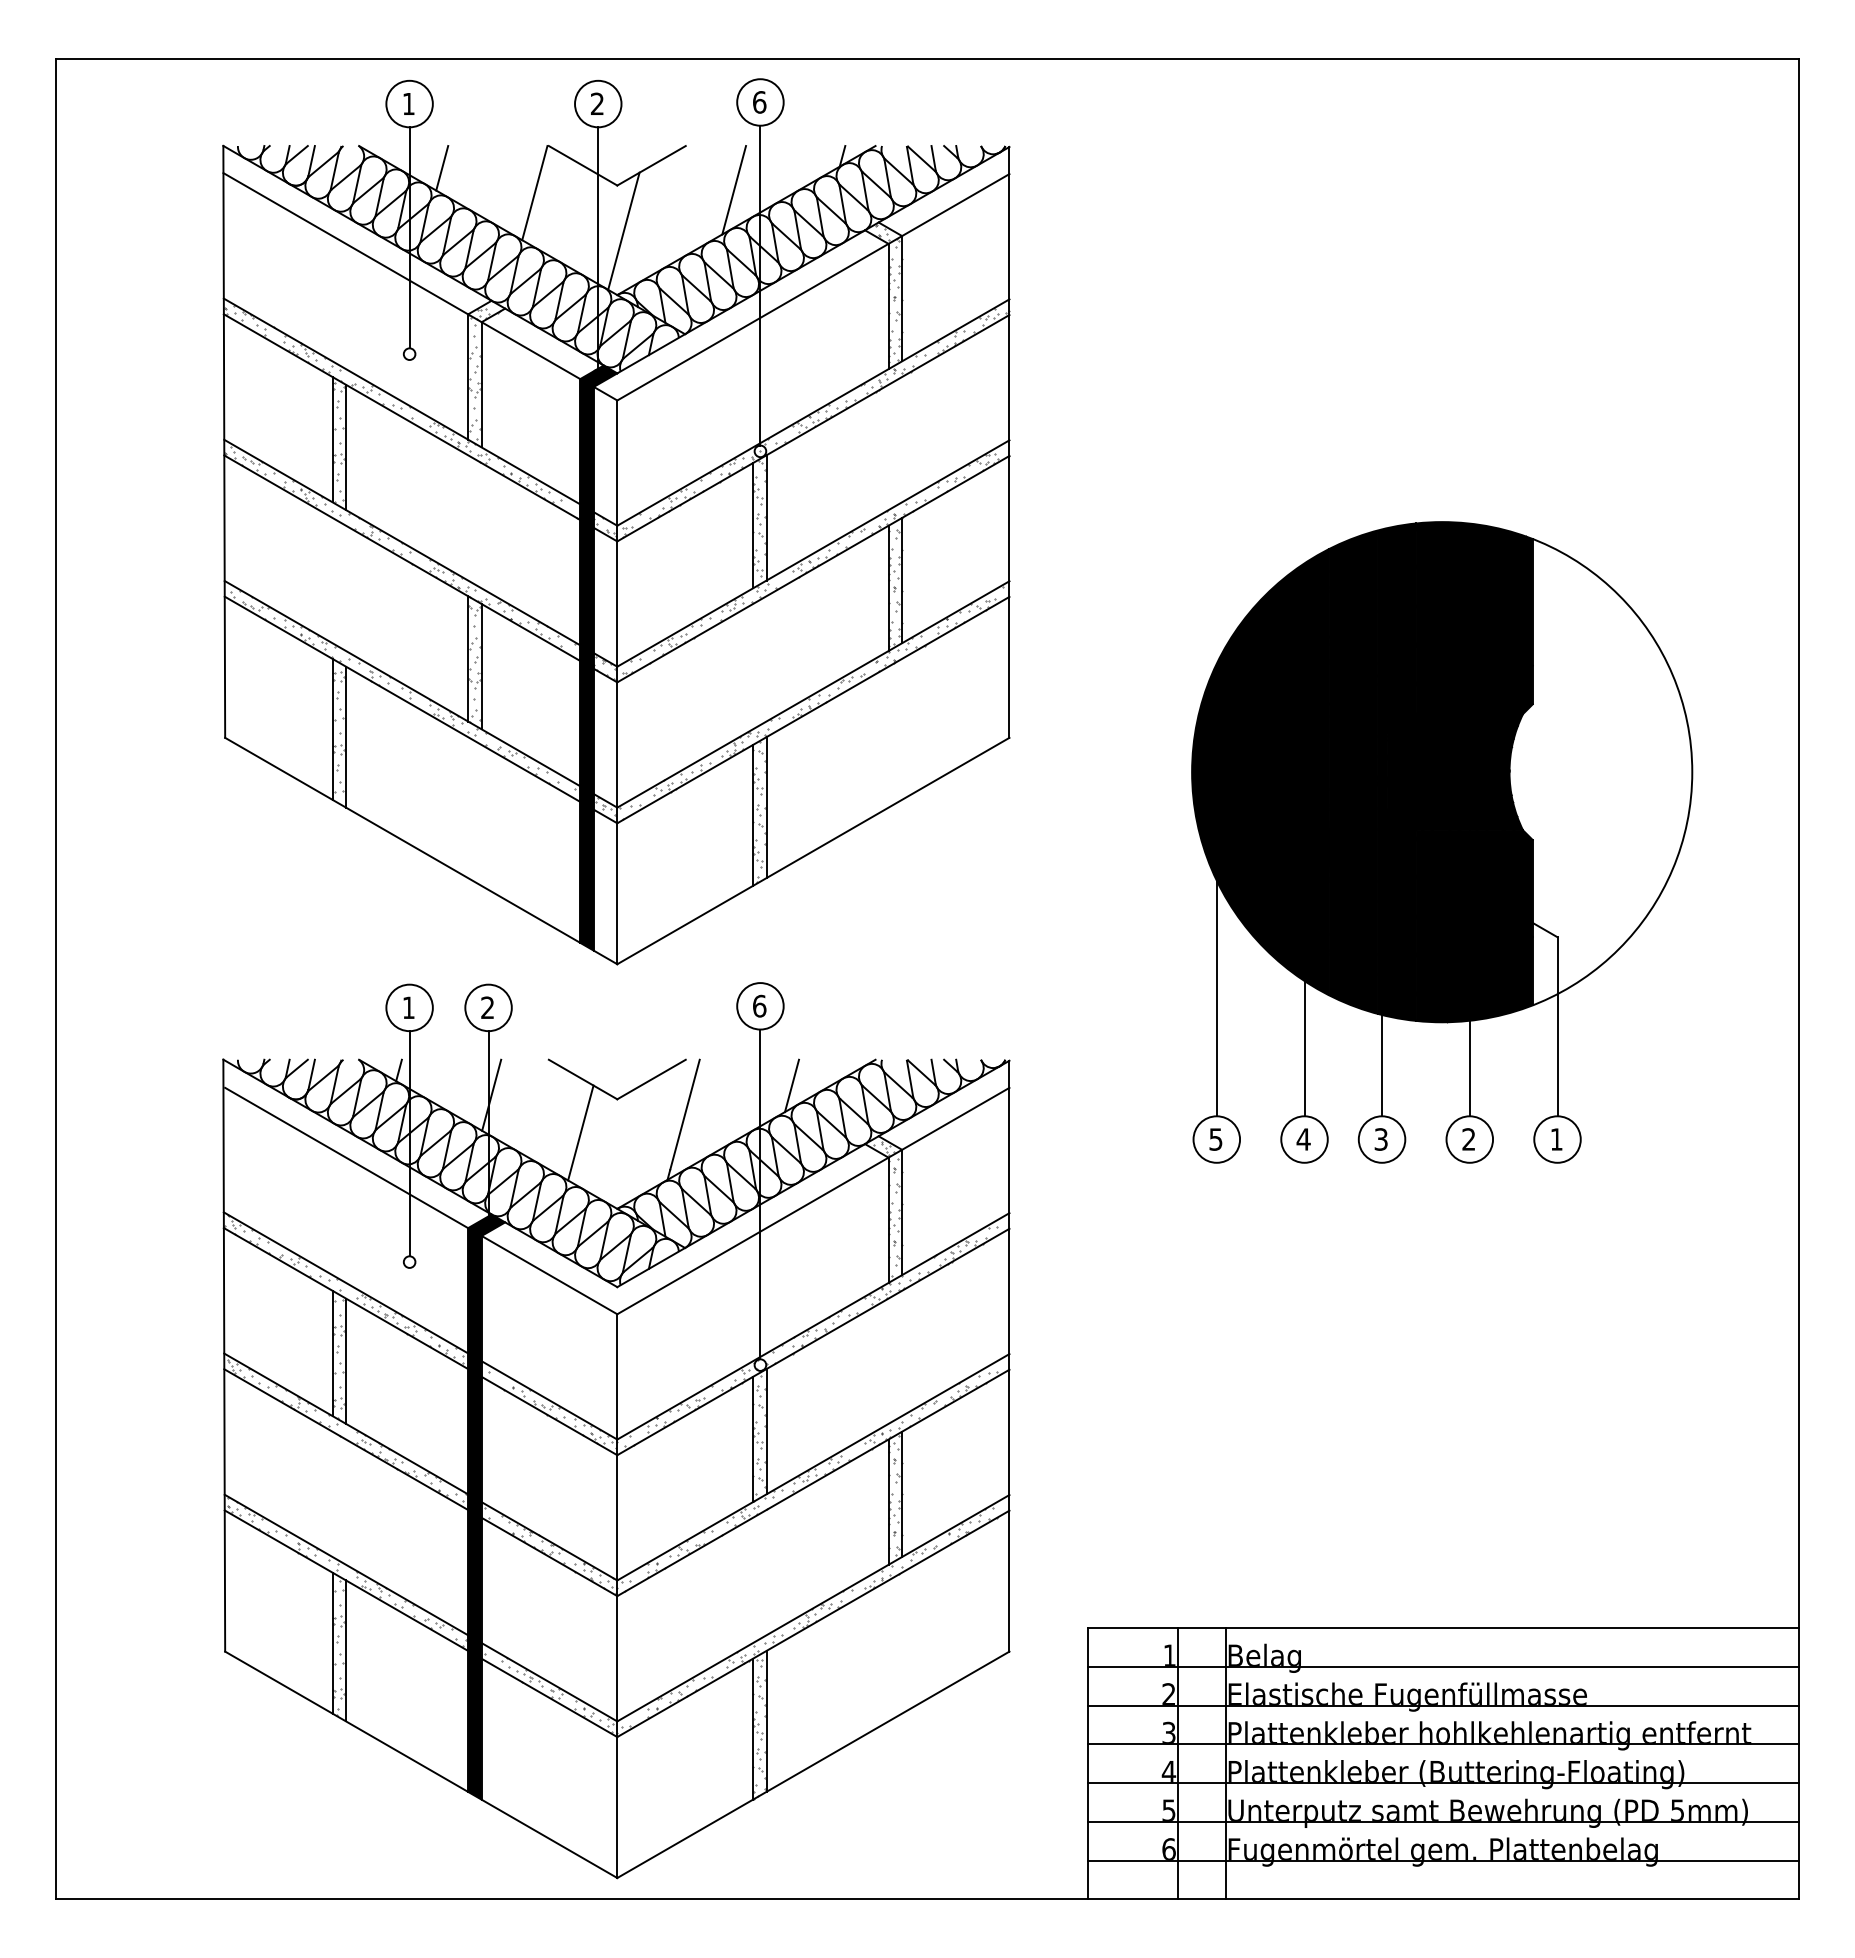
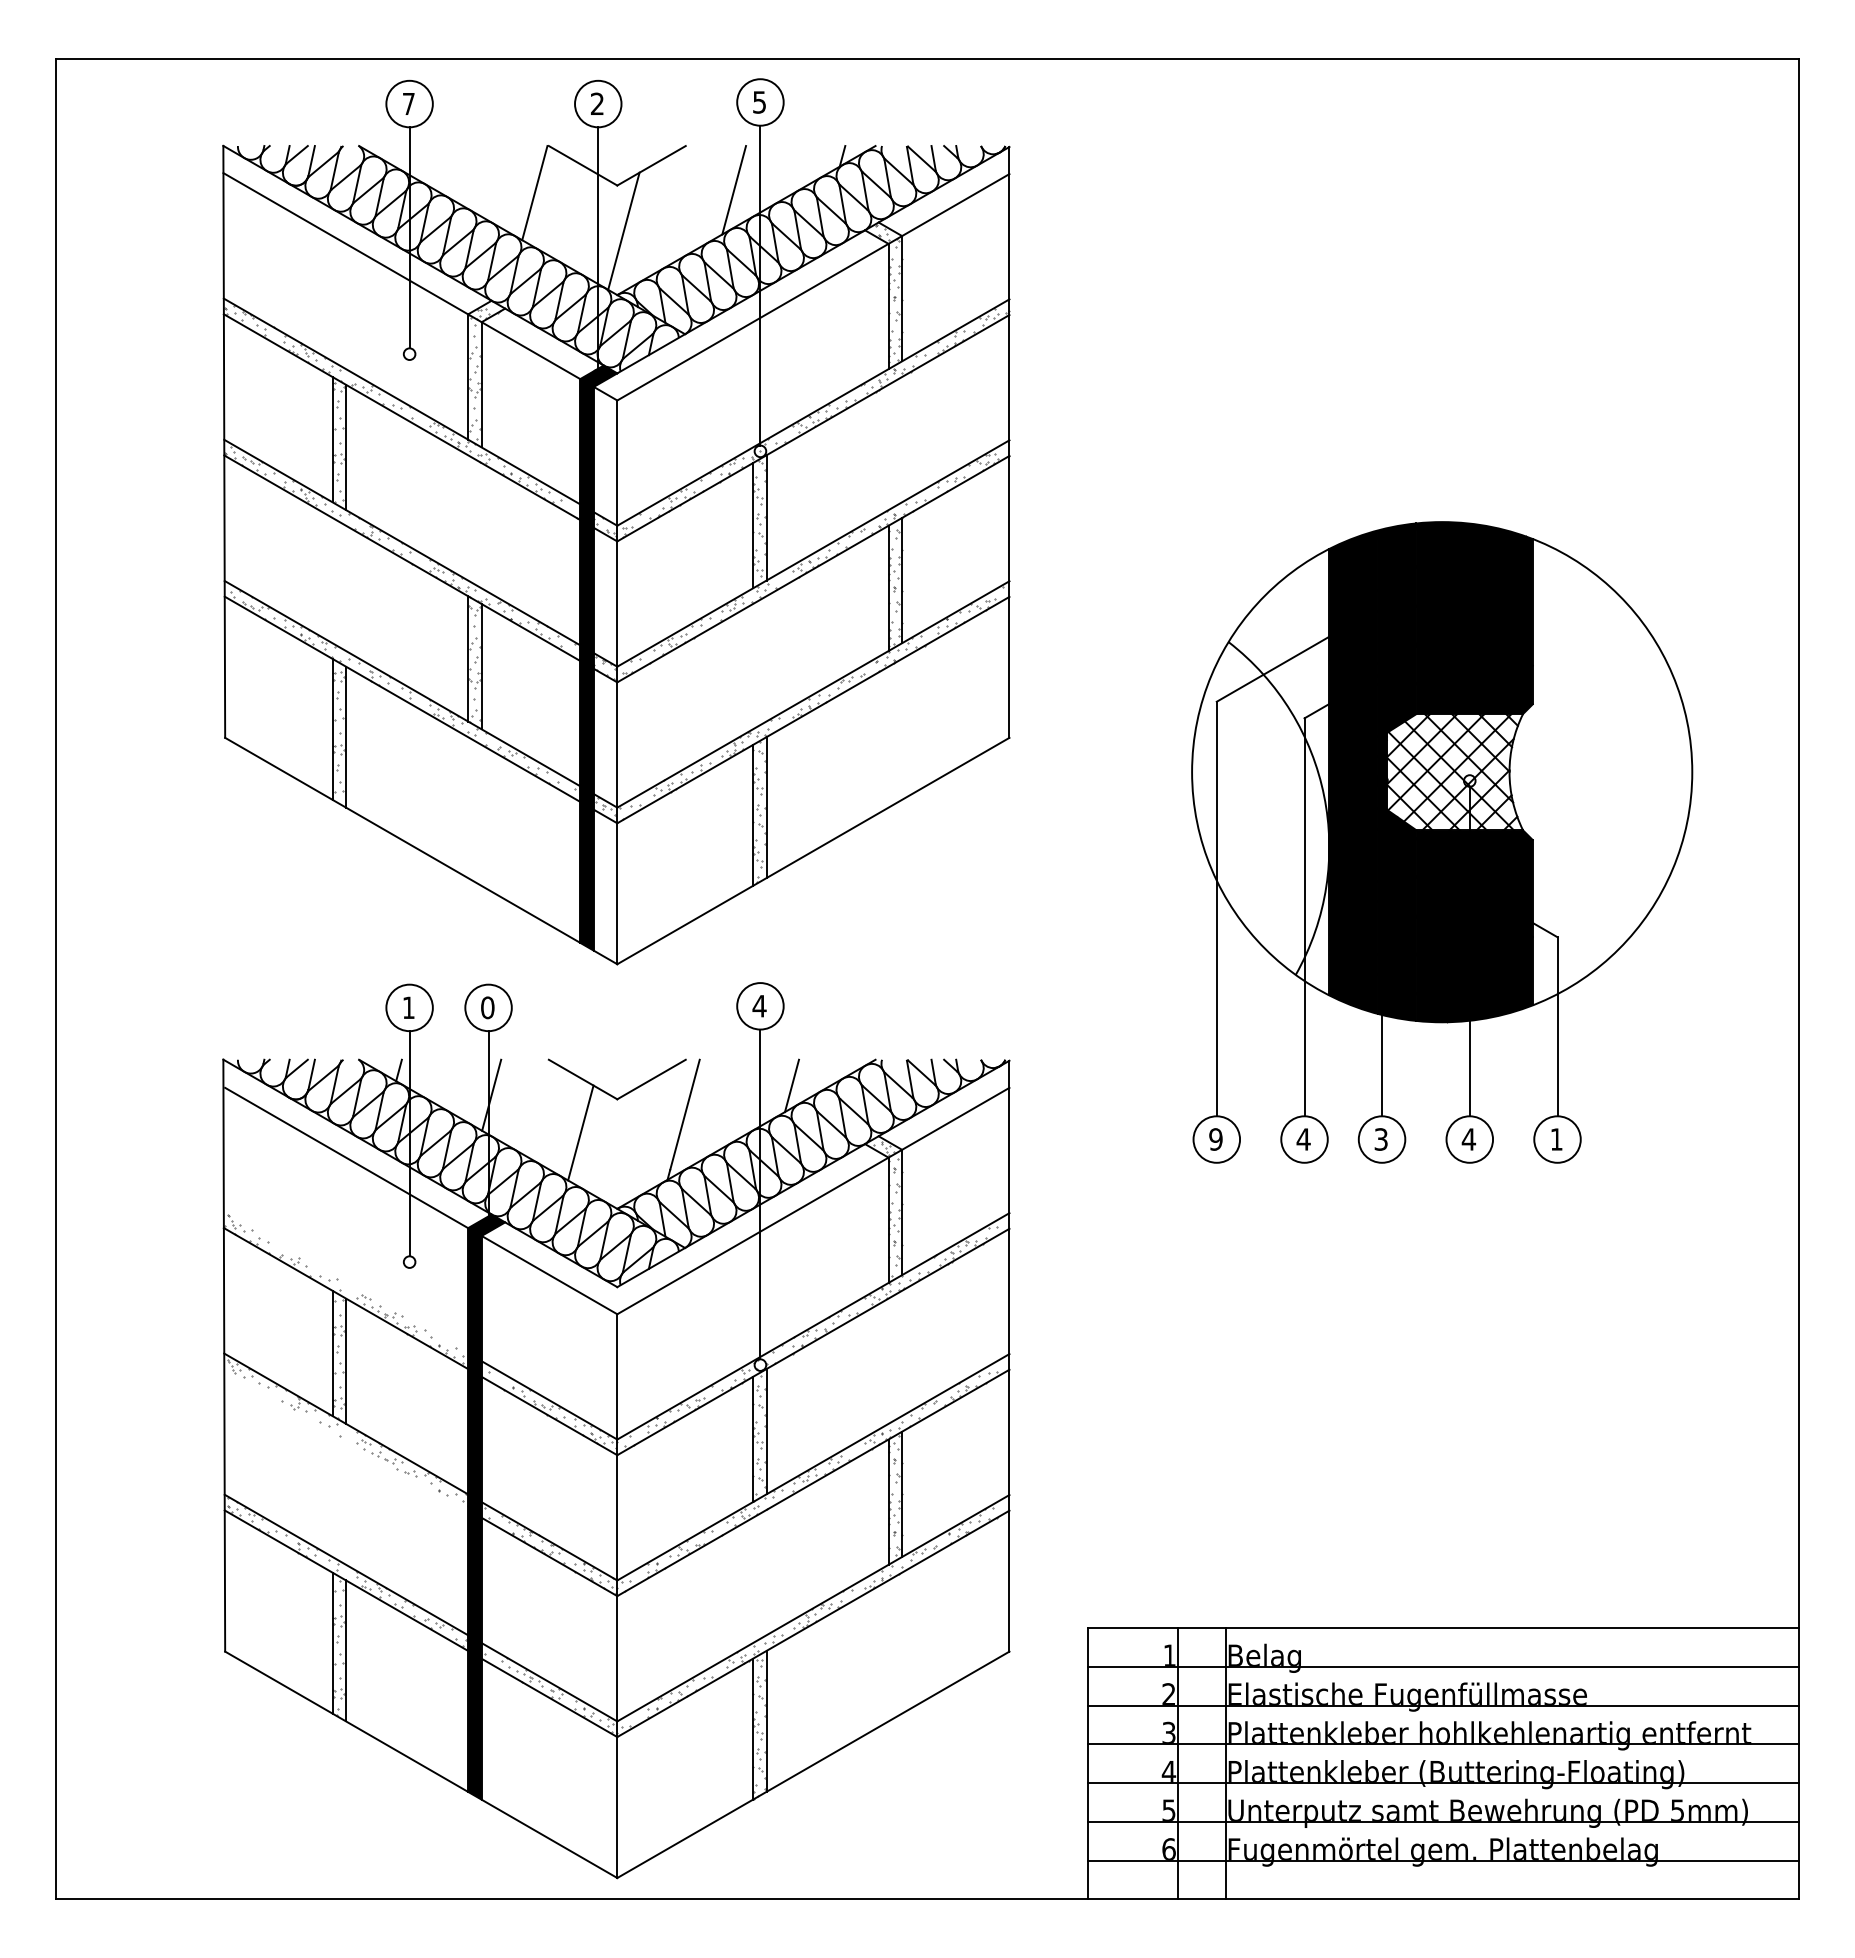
text at (759, 102): 6 -> 5
text at (408, 103): 1 -> 7
line at (442, 168): present -> none
fill at (1260, 772): present -> none
fill at (1455, 772): present -> none
text at (759, 1005): 6 -> 4
text at (487, 1007): 2 -> 0
text at (1215, 1139): 5 -> 9
text at (1468, 1139): 2 -> 4
line at (345, 1282): present -> none
line at (346, 1439): present -> none
